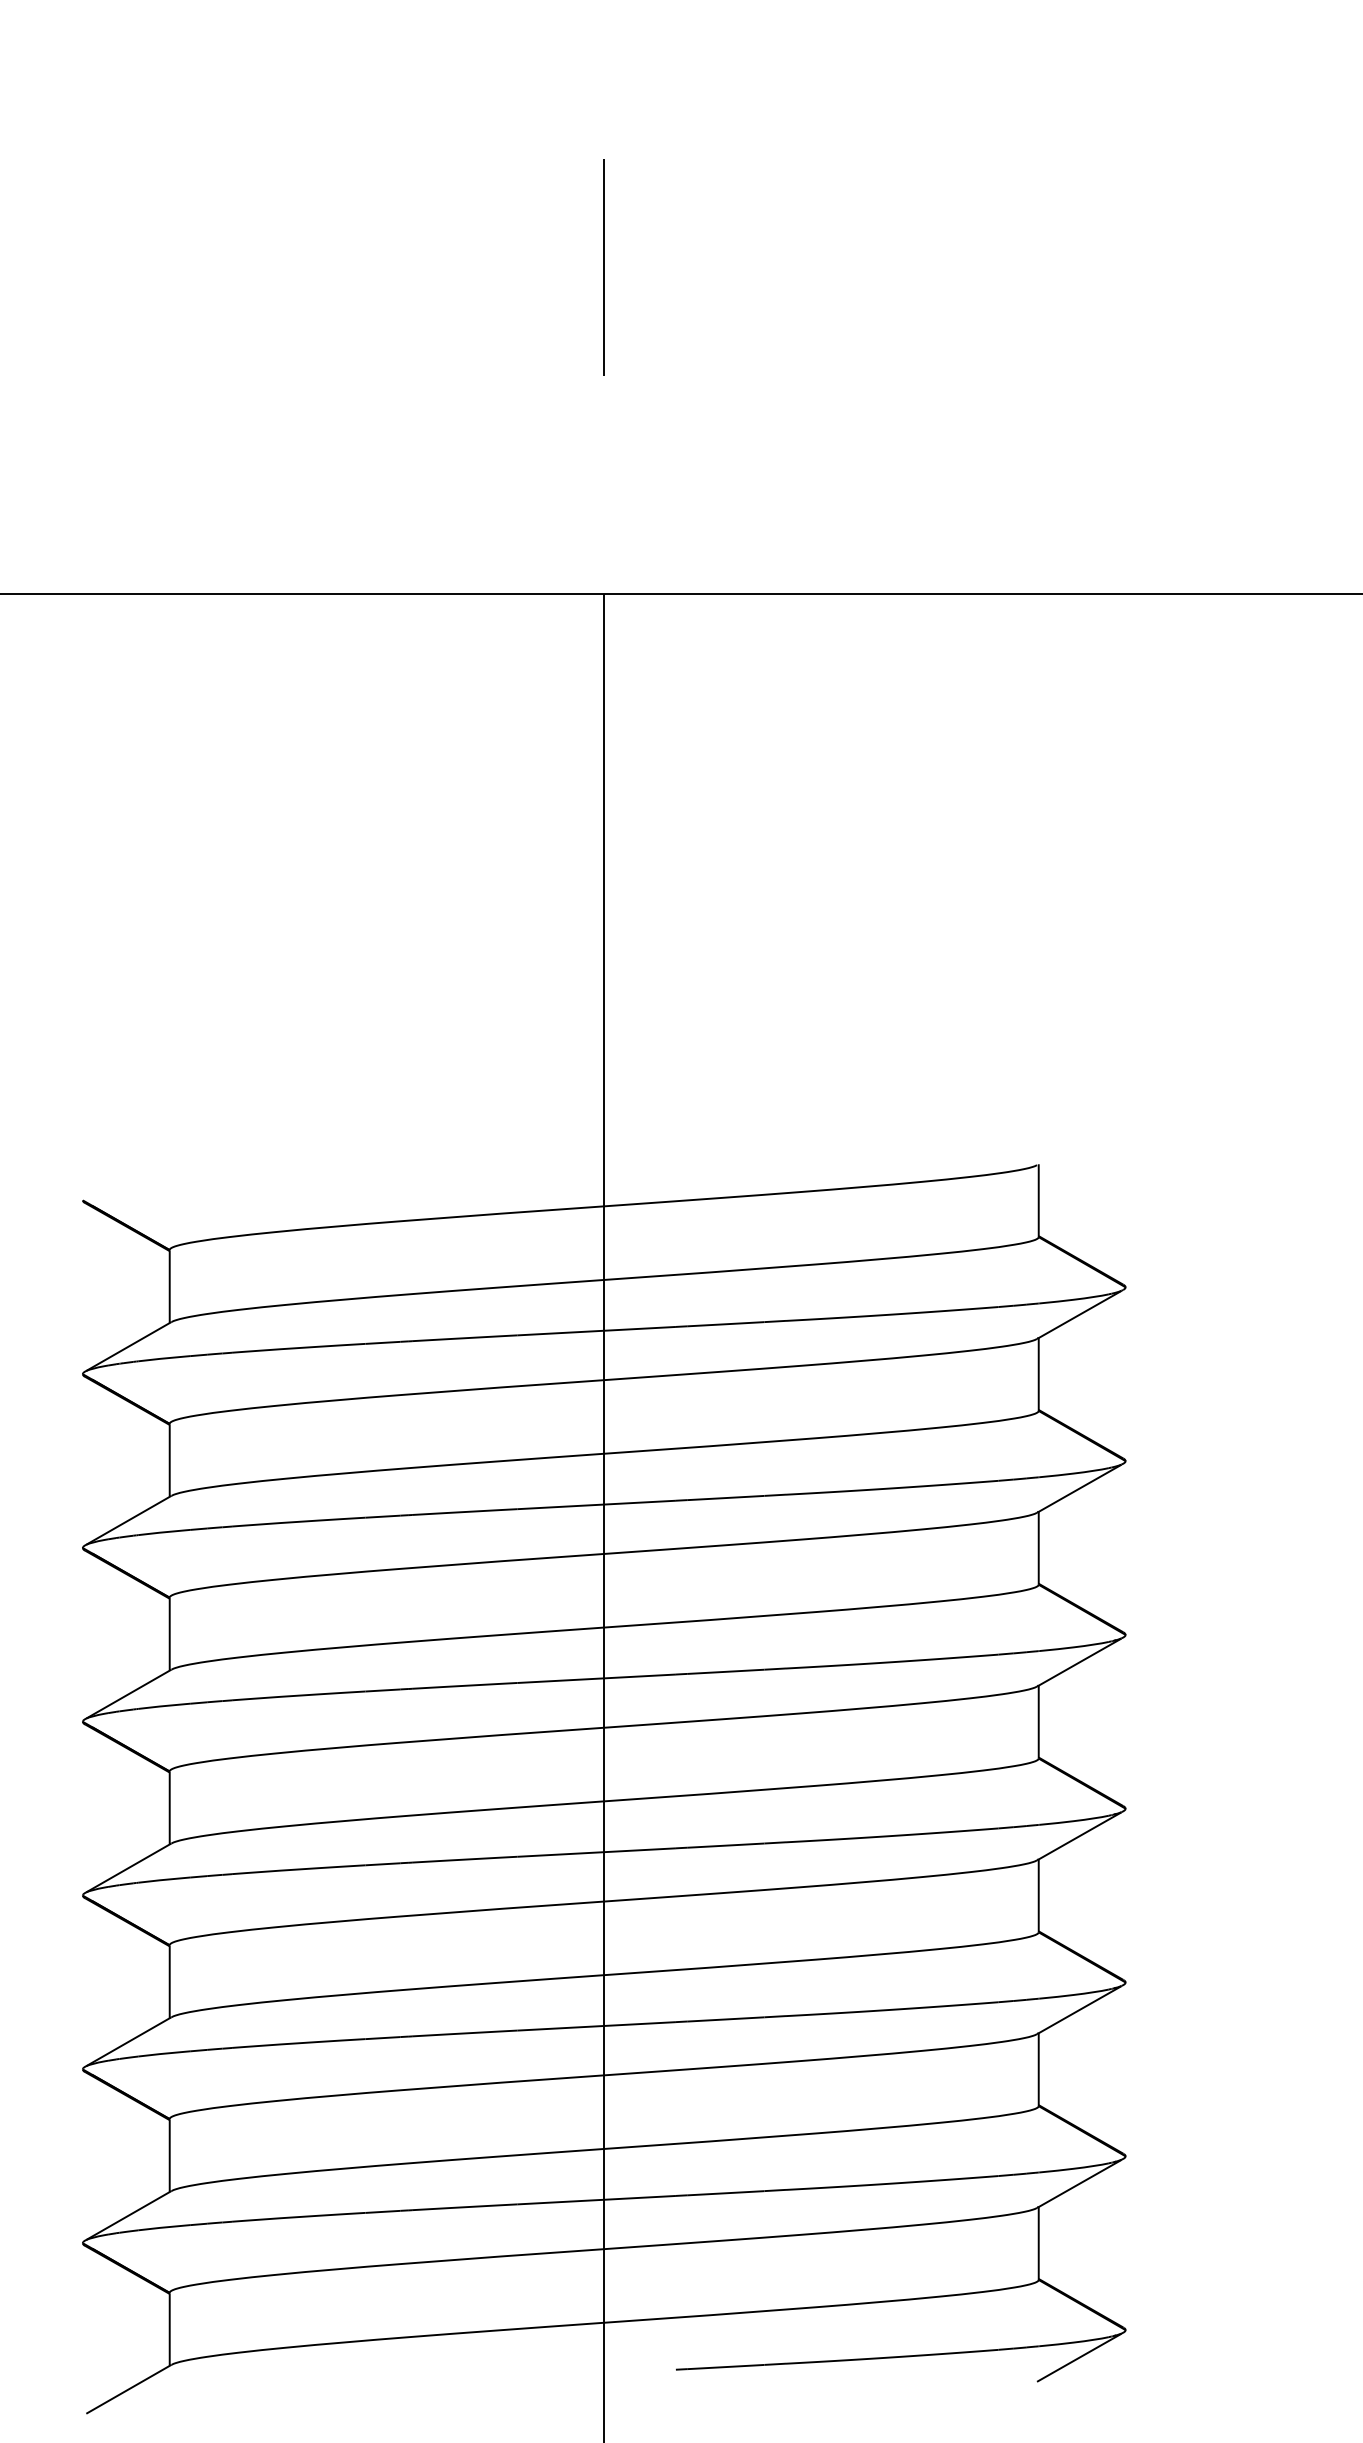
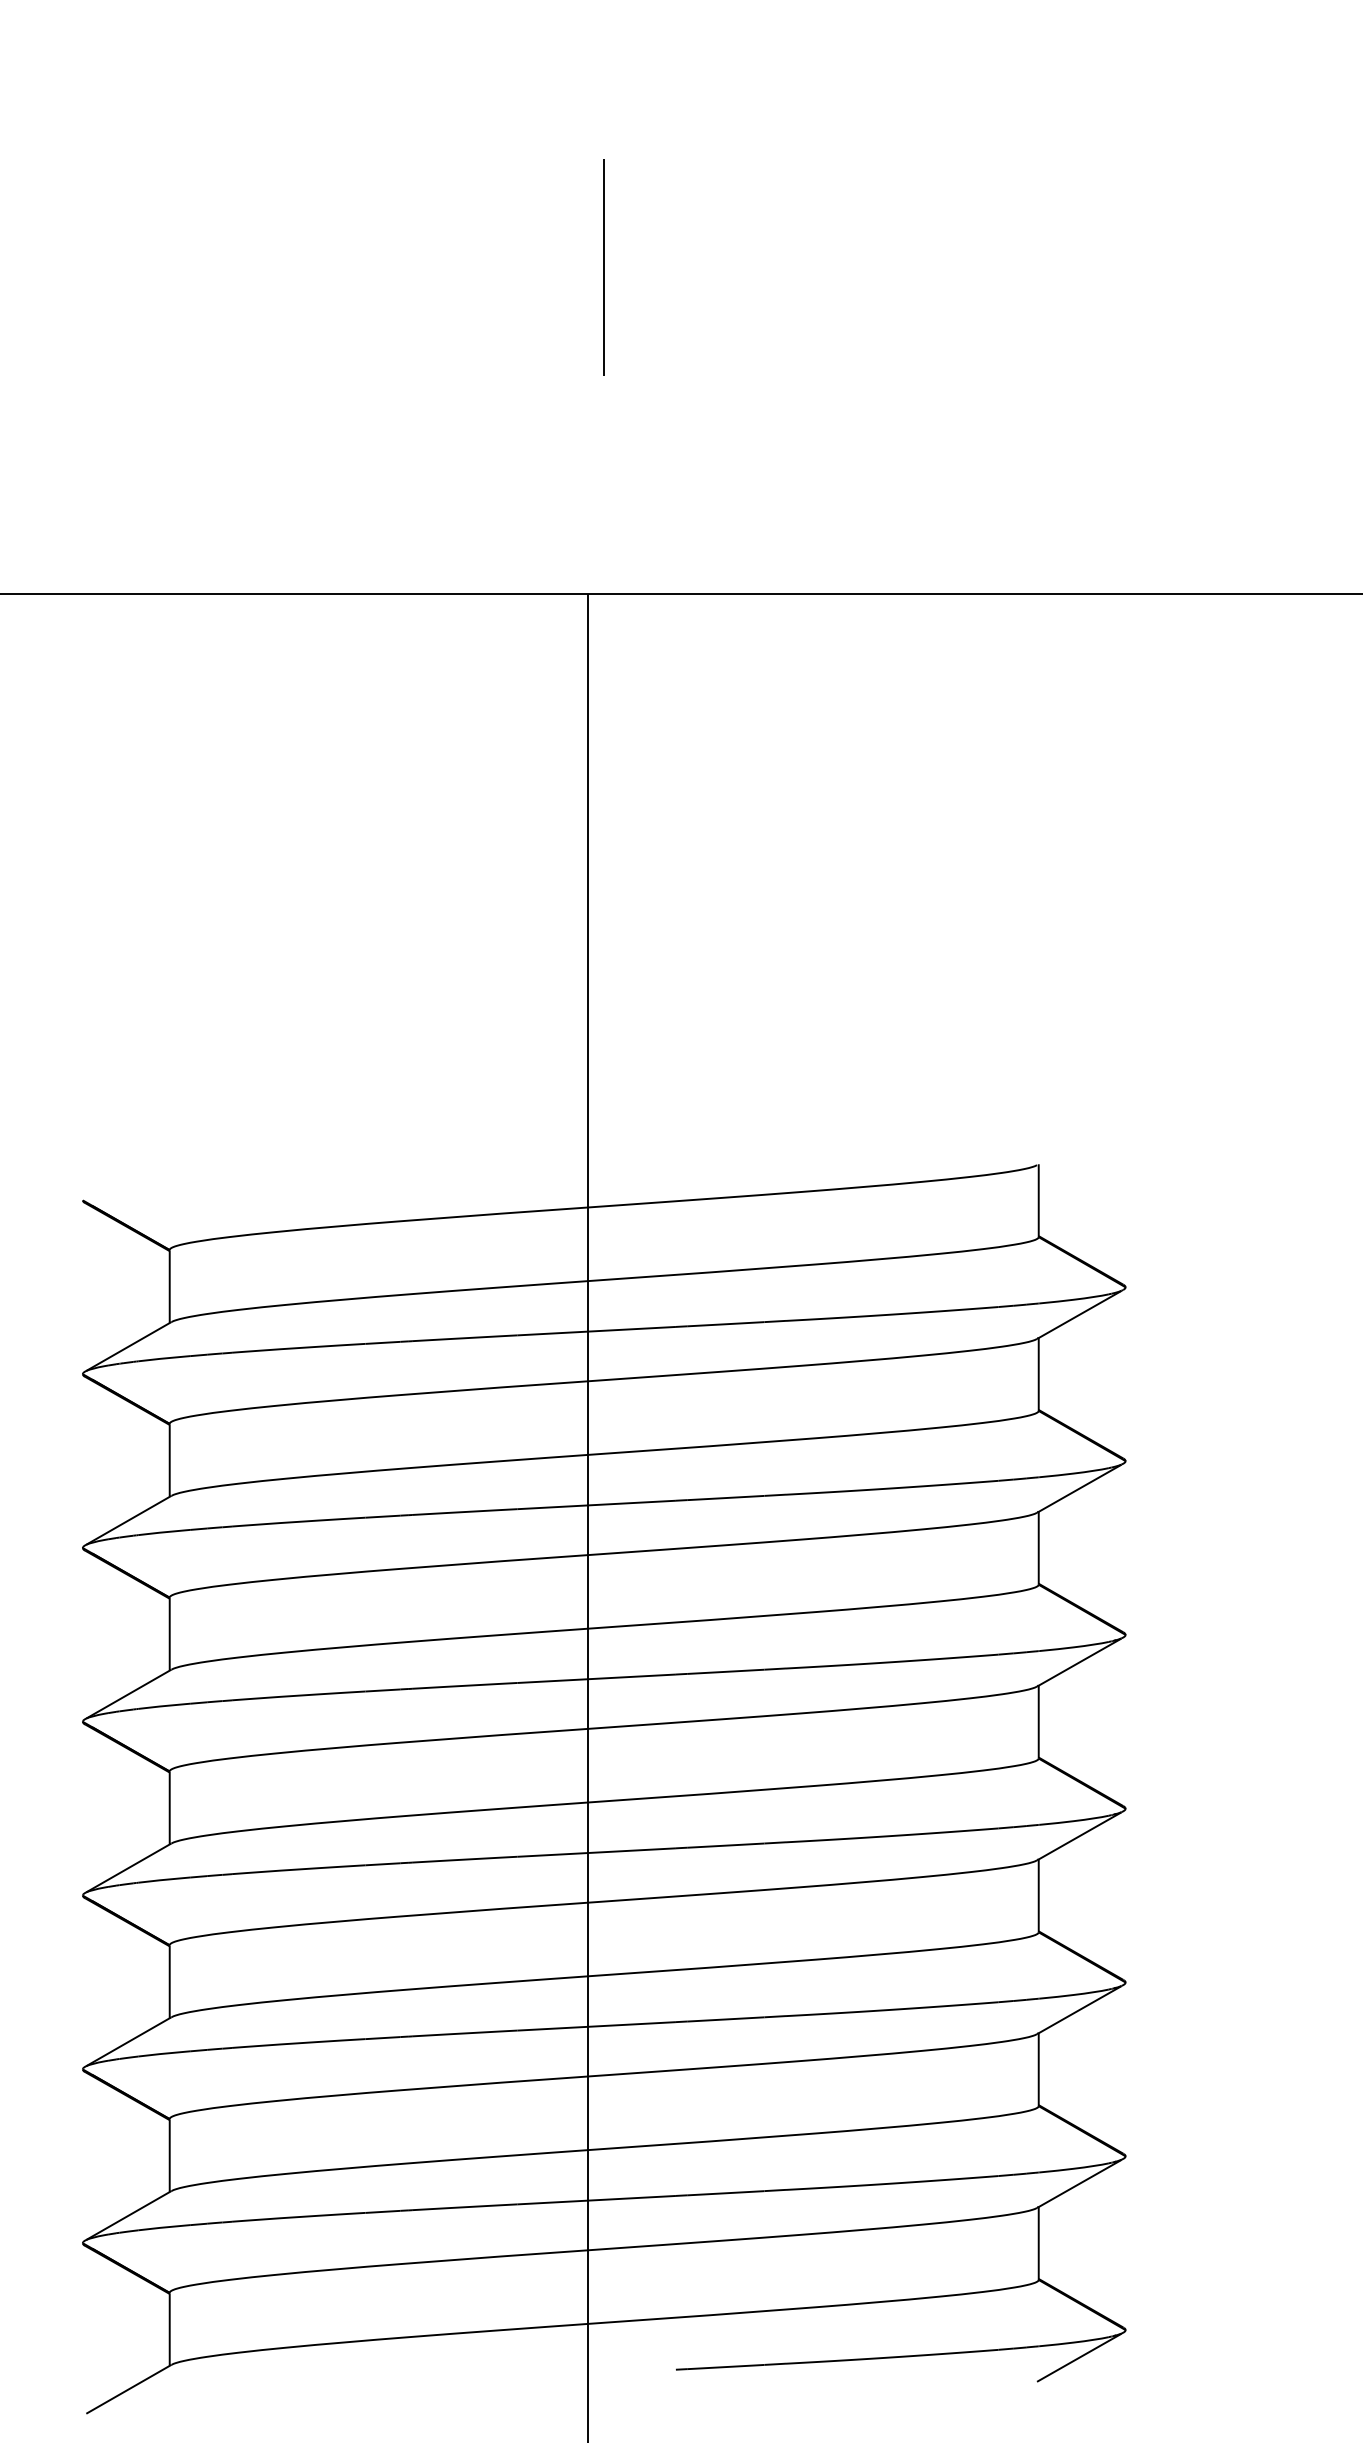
line at (604, 1516) position: (604, 1516) -> (588, 1516)
